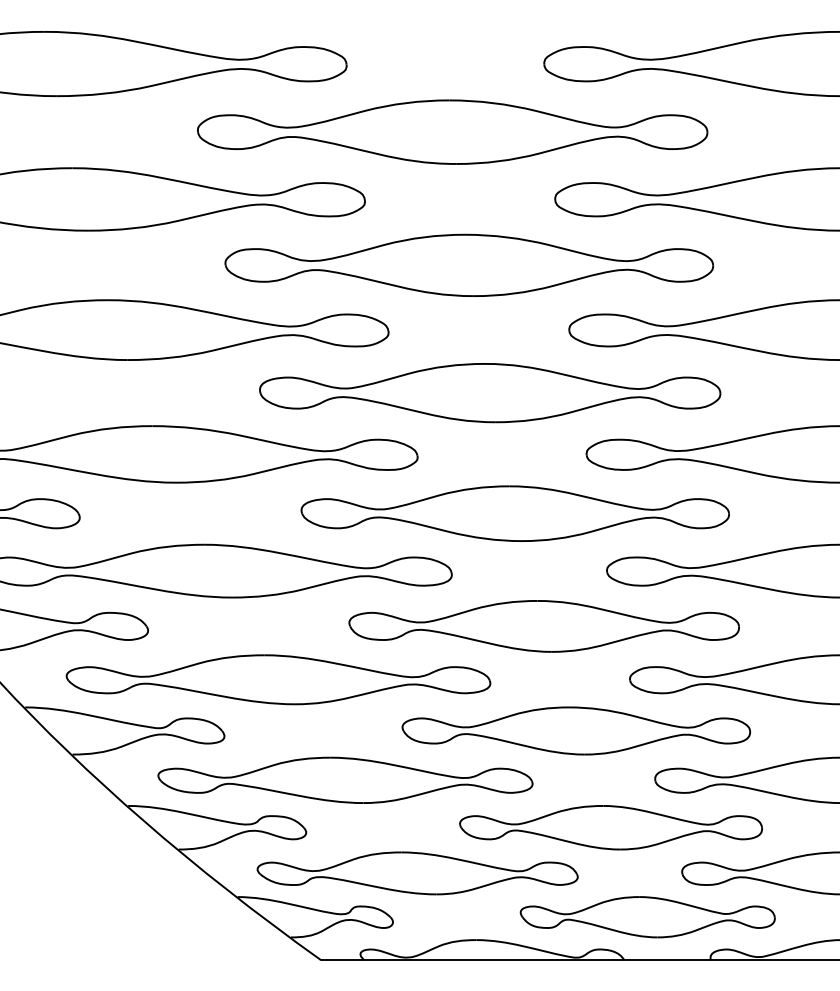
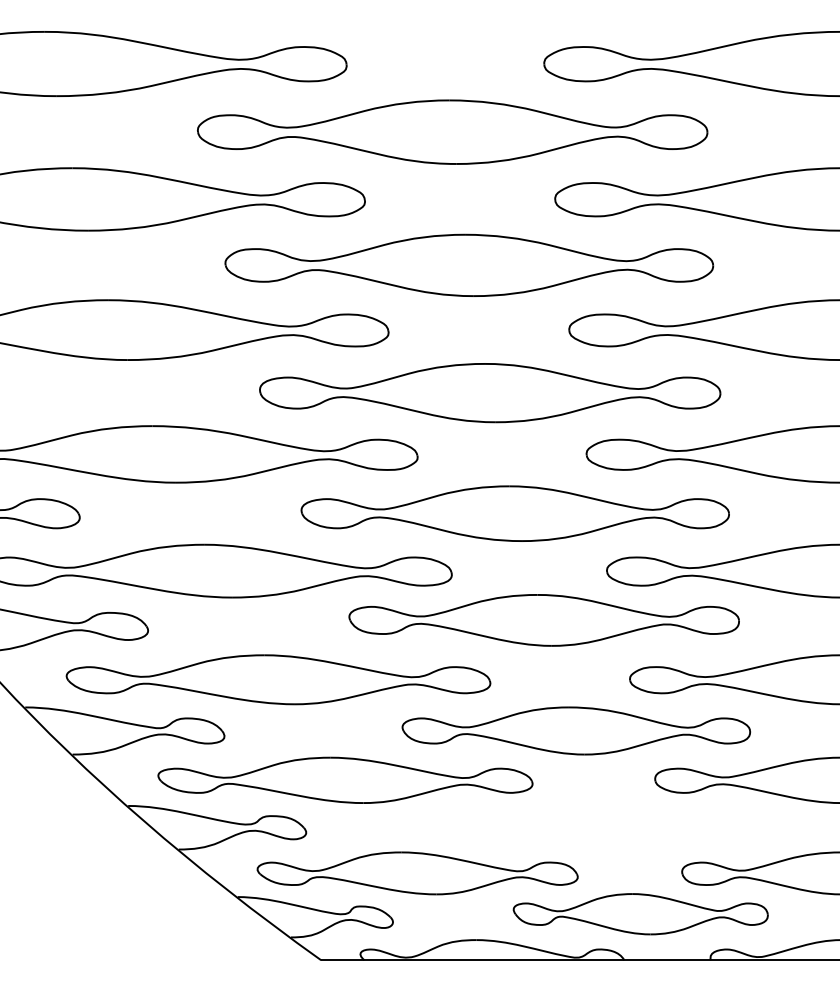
part at (543, 626) position: (543, 626) -> (543, 620)
part at (611, 827): present -> none
part at (647, 917) position: (647, 917) -> (640, 914)
